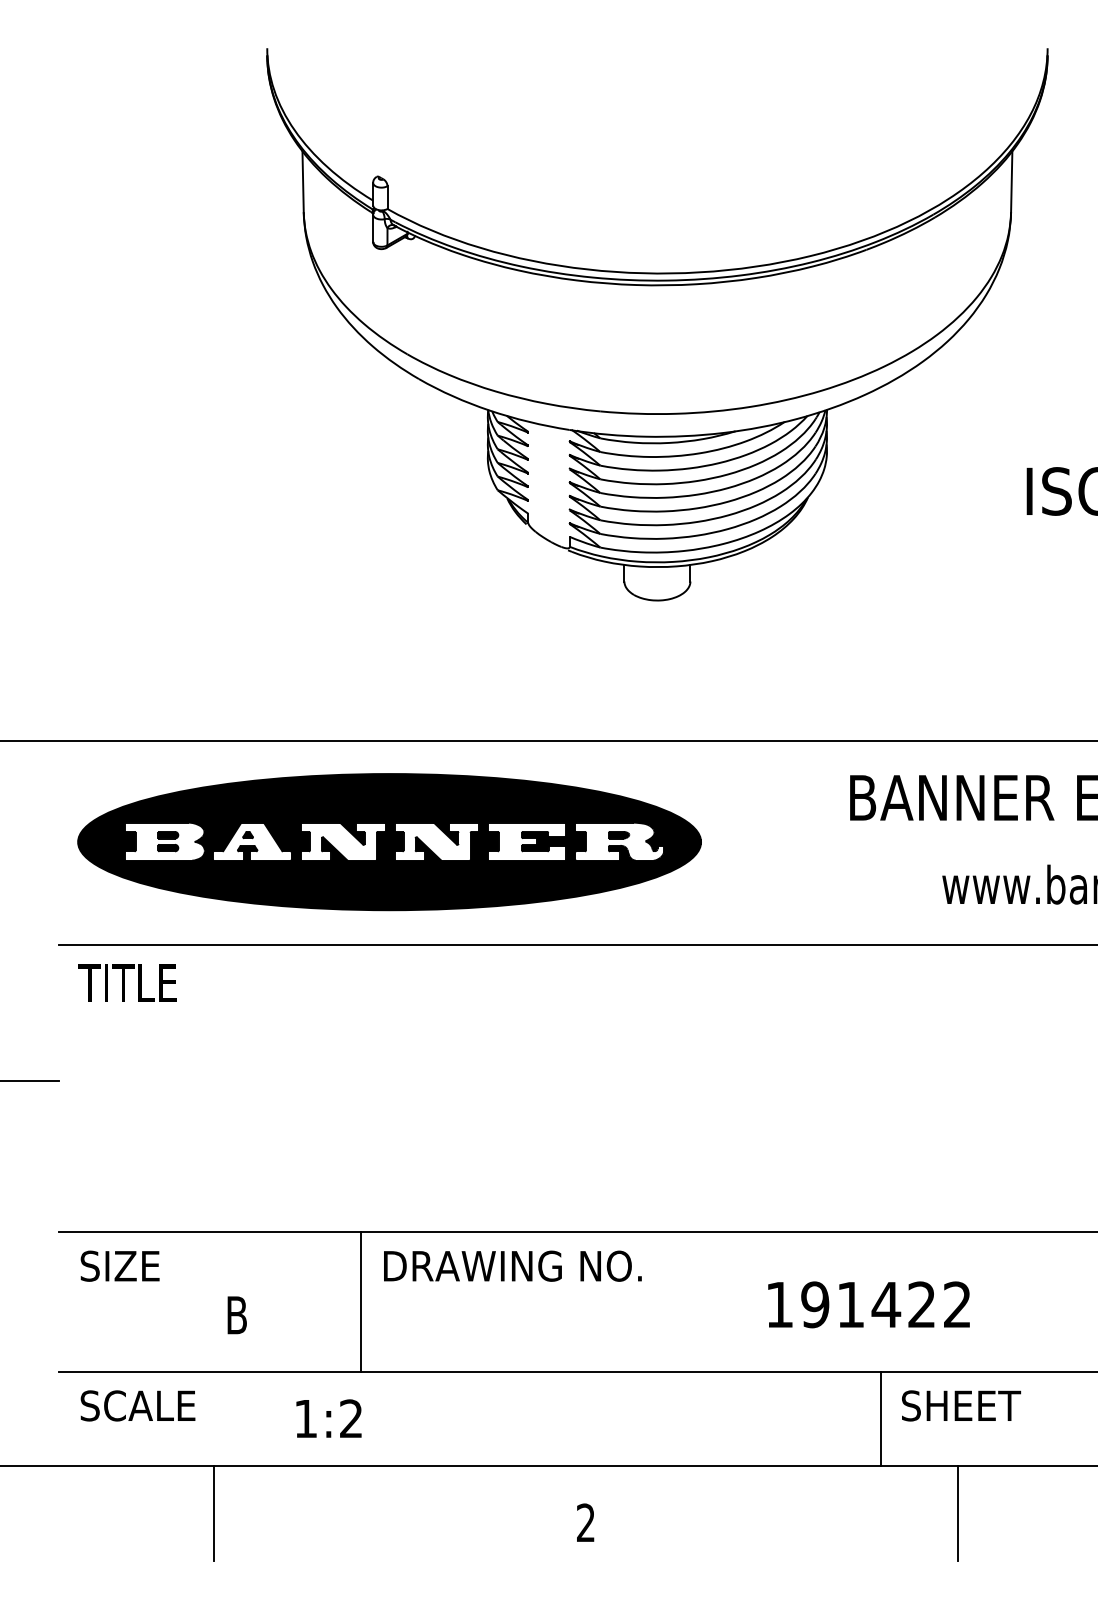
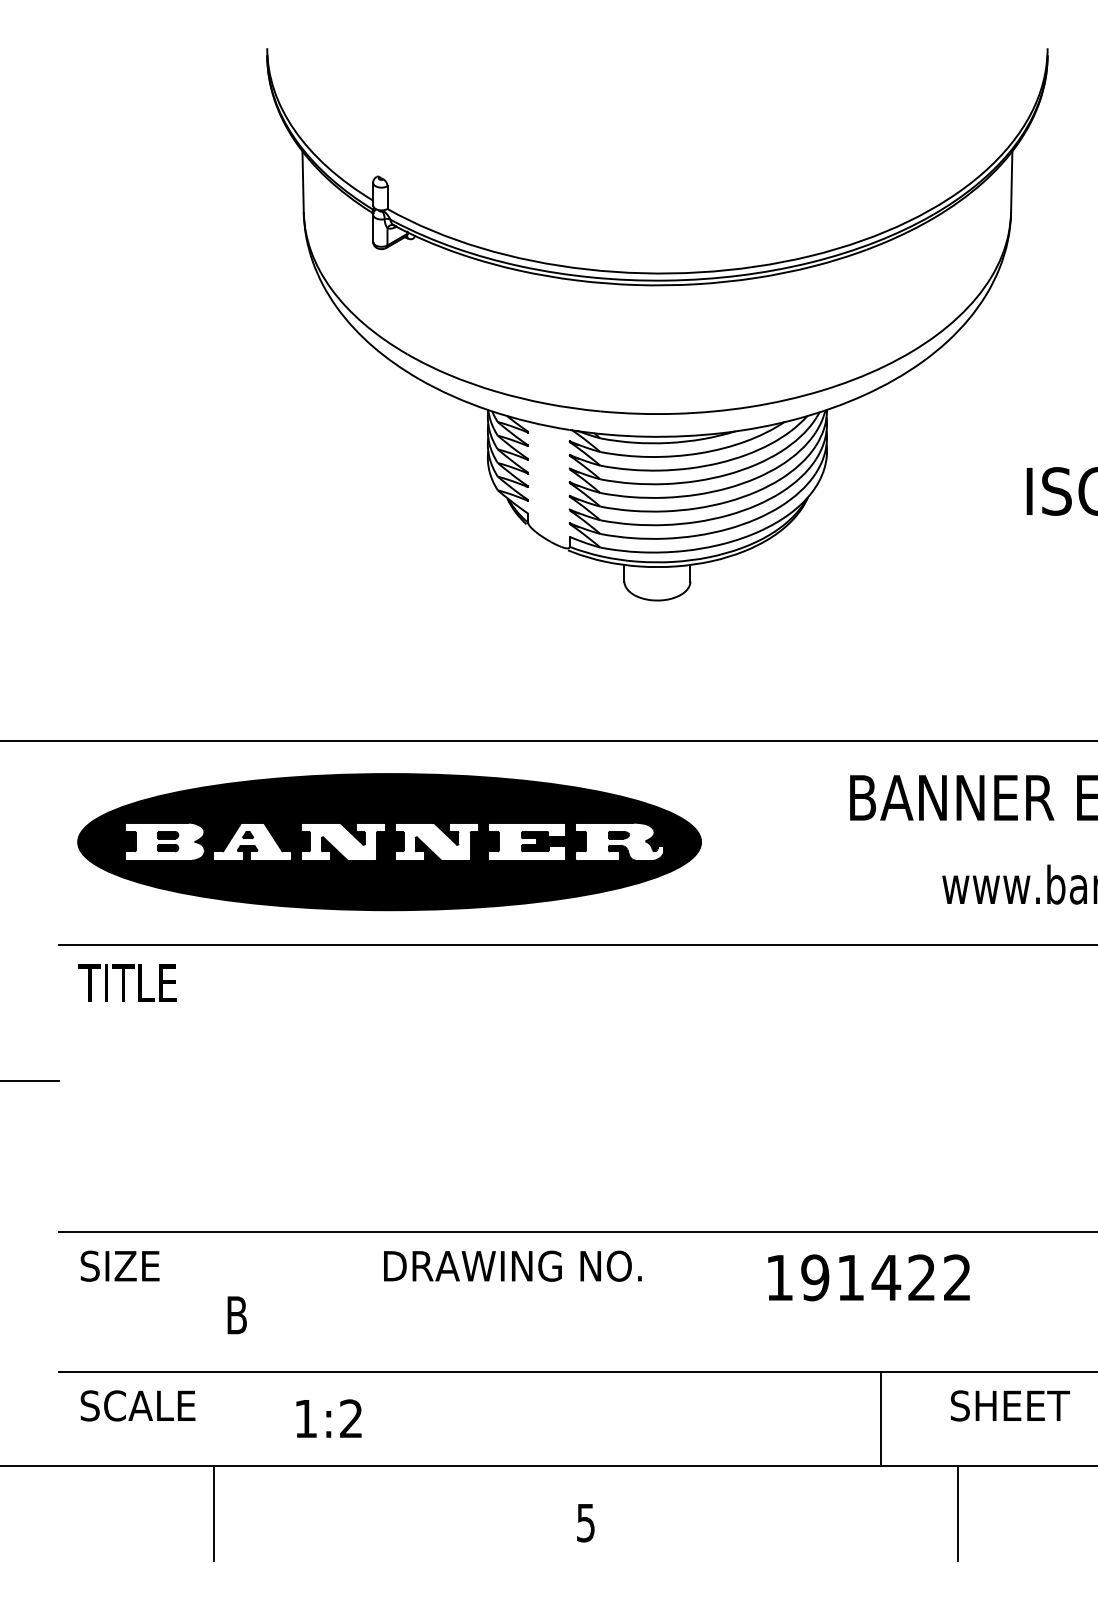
line at (361, 1301): present -> none
text at (868, 1304) position: (868, 1304) -> (868, 1277)
text at (961, 1405) position: (961, 1405) -> (1010, 1405)
text at (585, 1522): 2 -> 5
